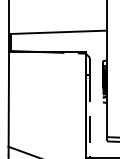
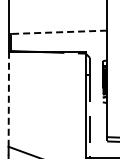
line at (59, 32): solid -> dashed
line at (8, 98): solid -> dashed
